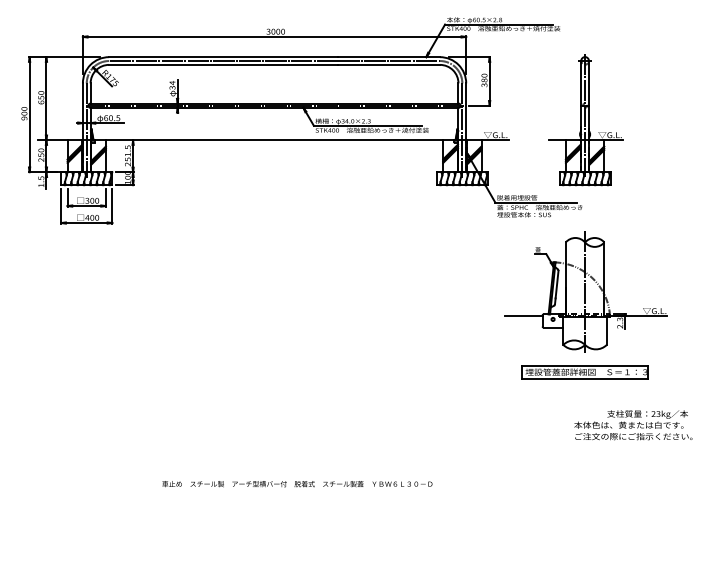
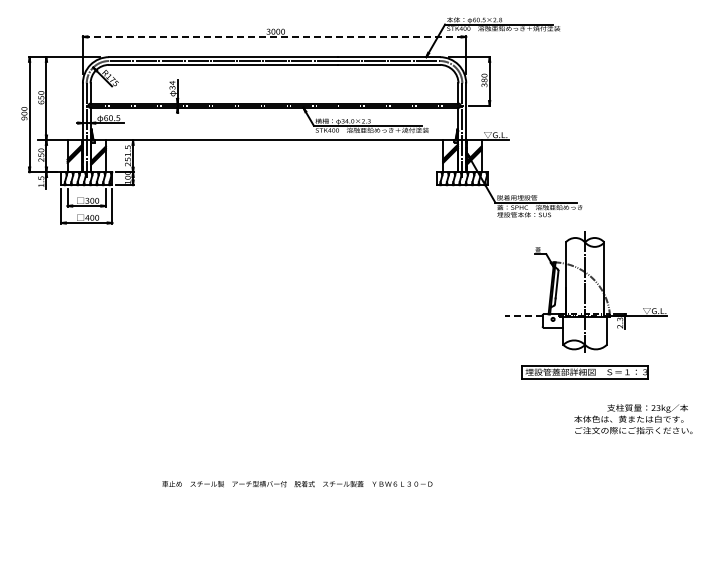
line at (274, 36): solid -> dashed
part at (585, 120): present -> none
line at (523, 315): solid -> dashed
text at (633, 425) position: (633, 425) -> (633, 419)
